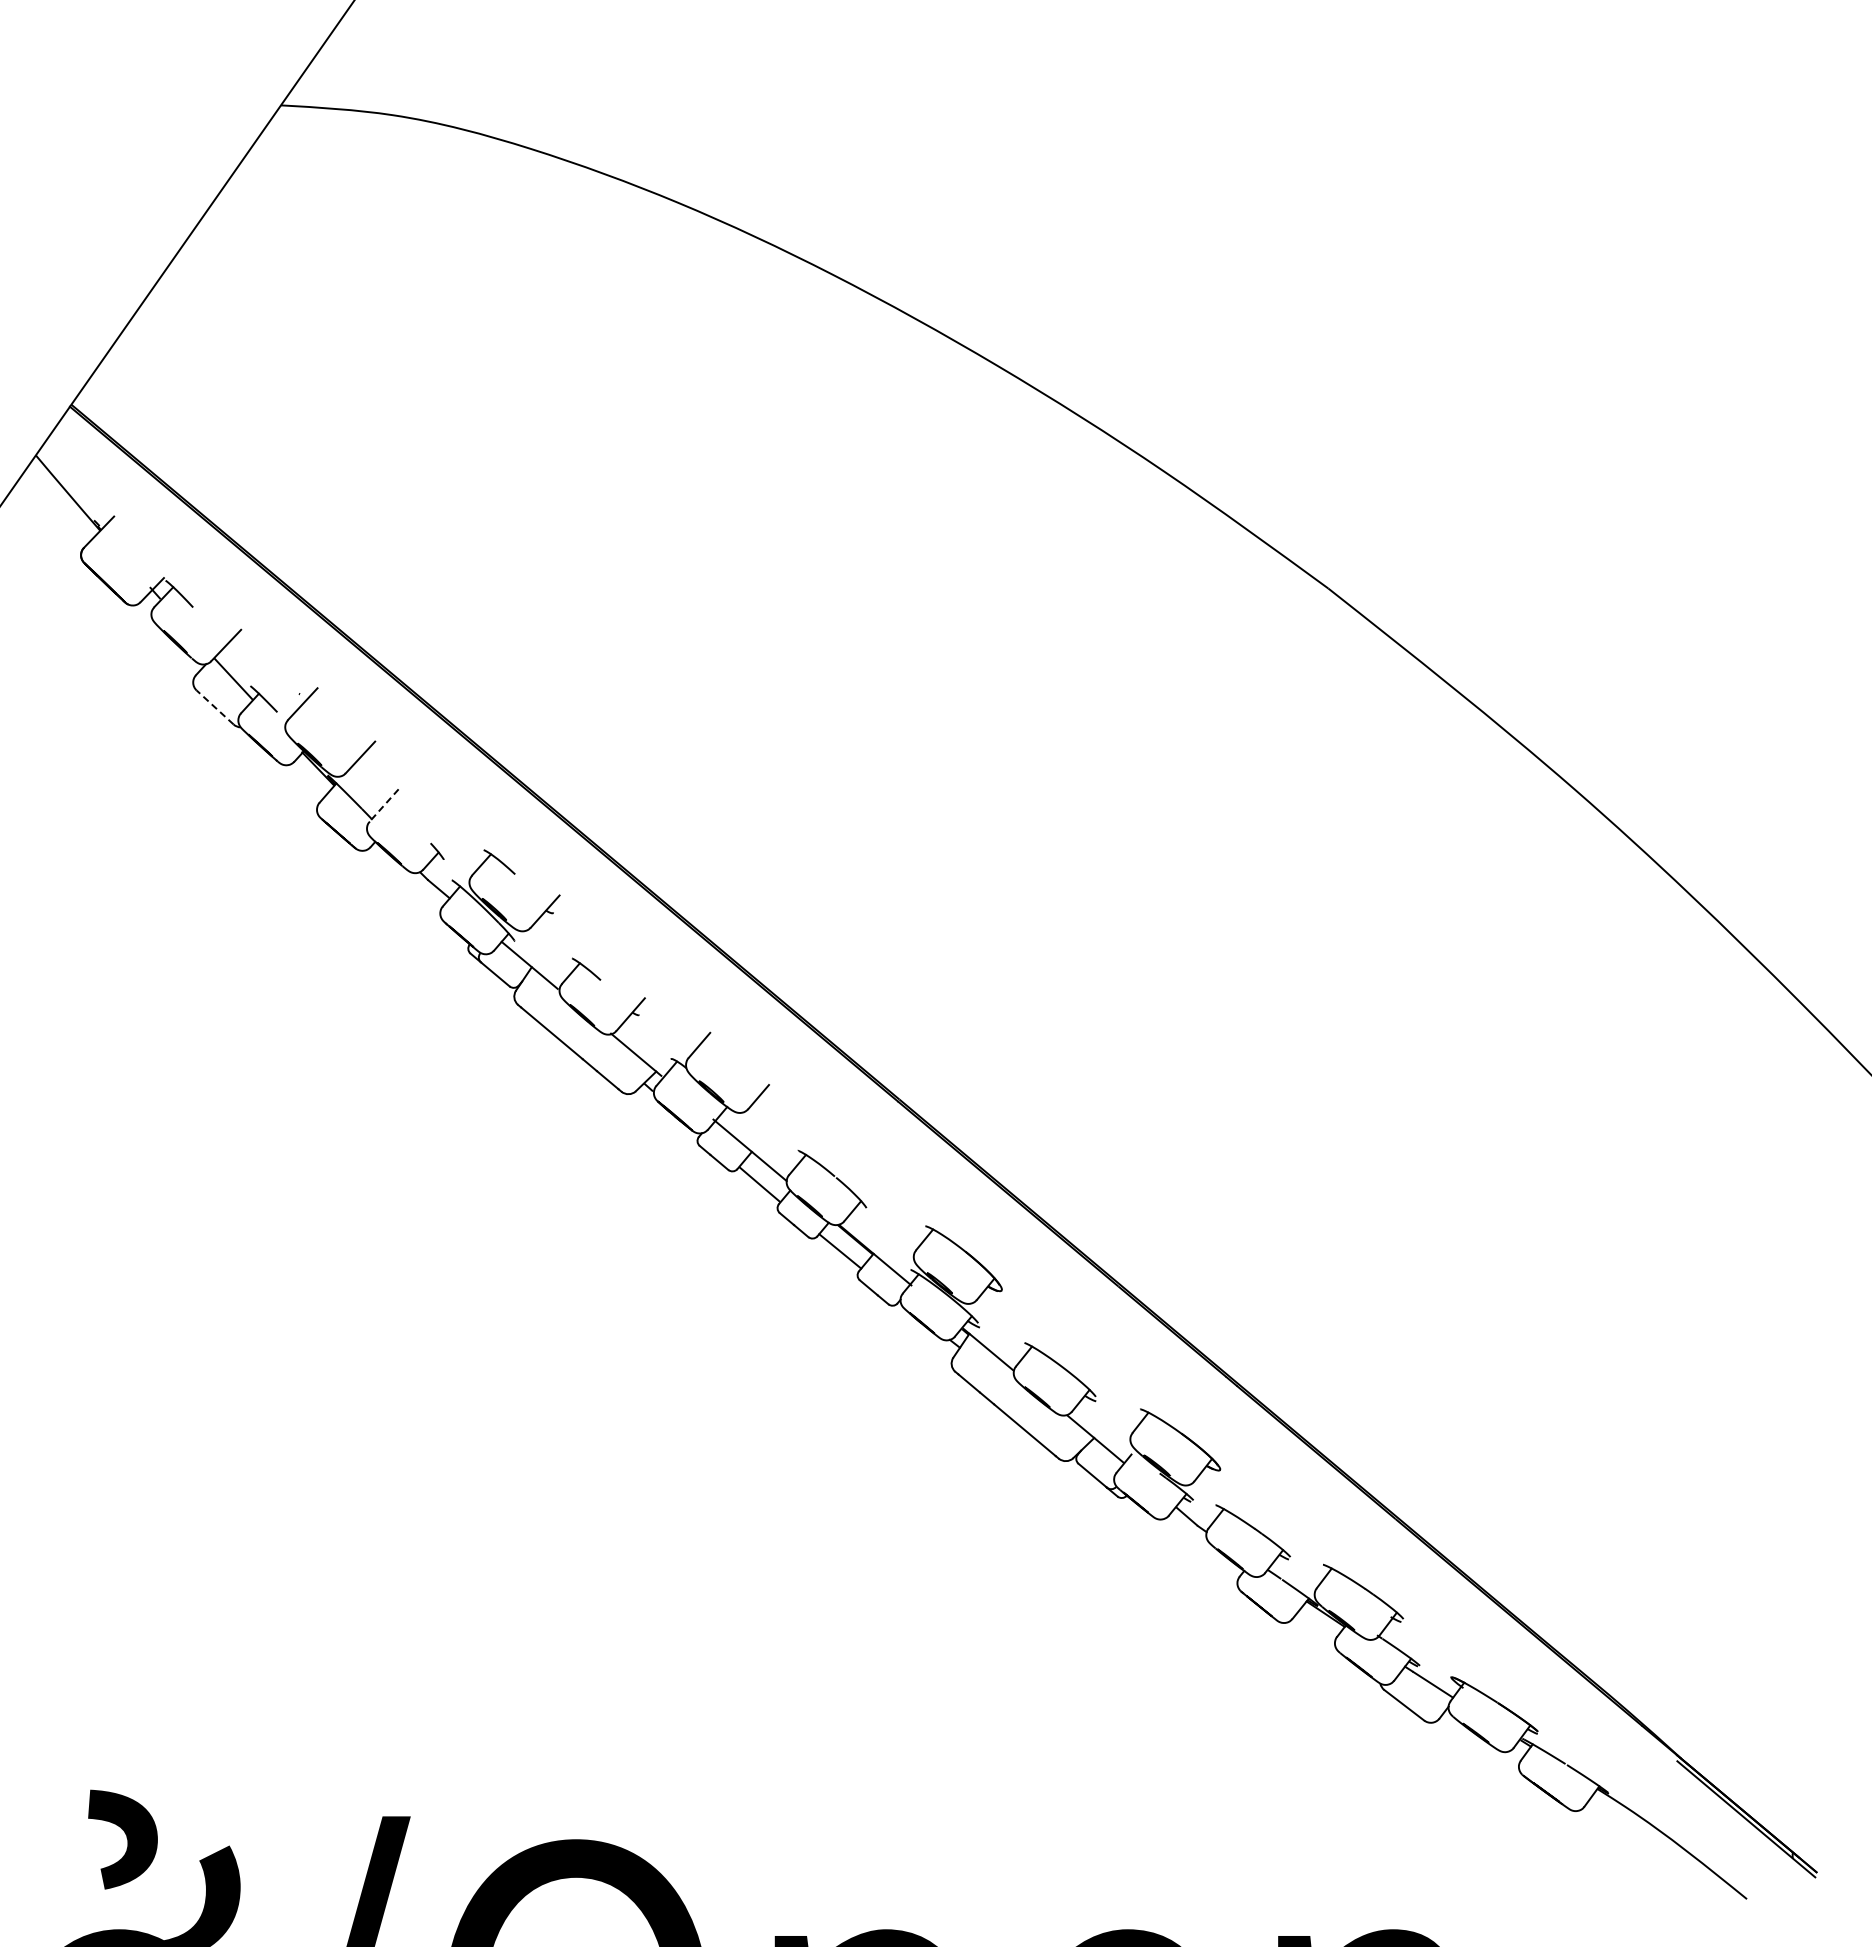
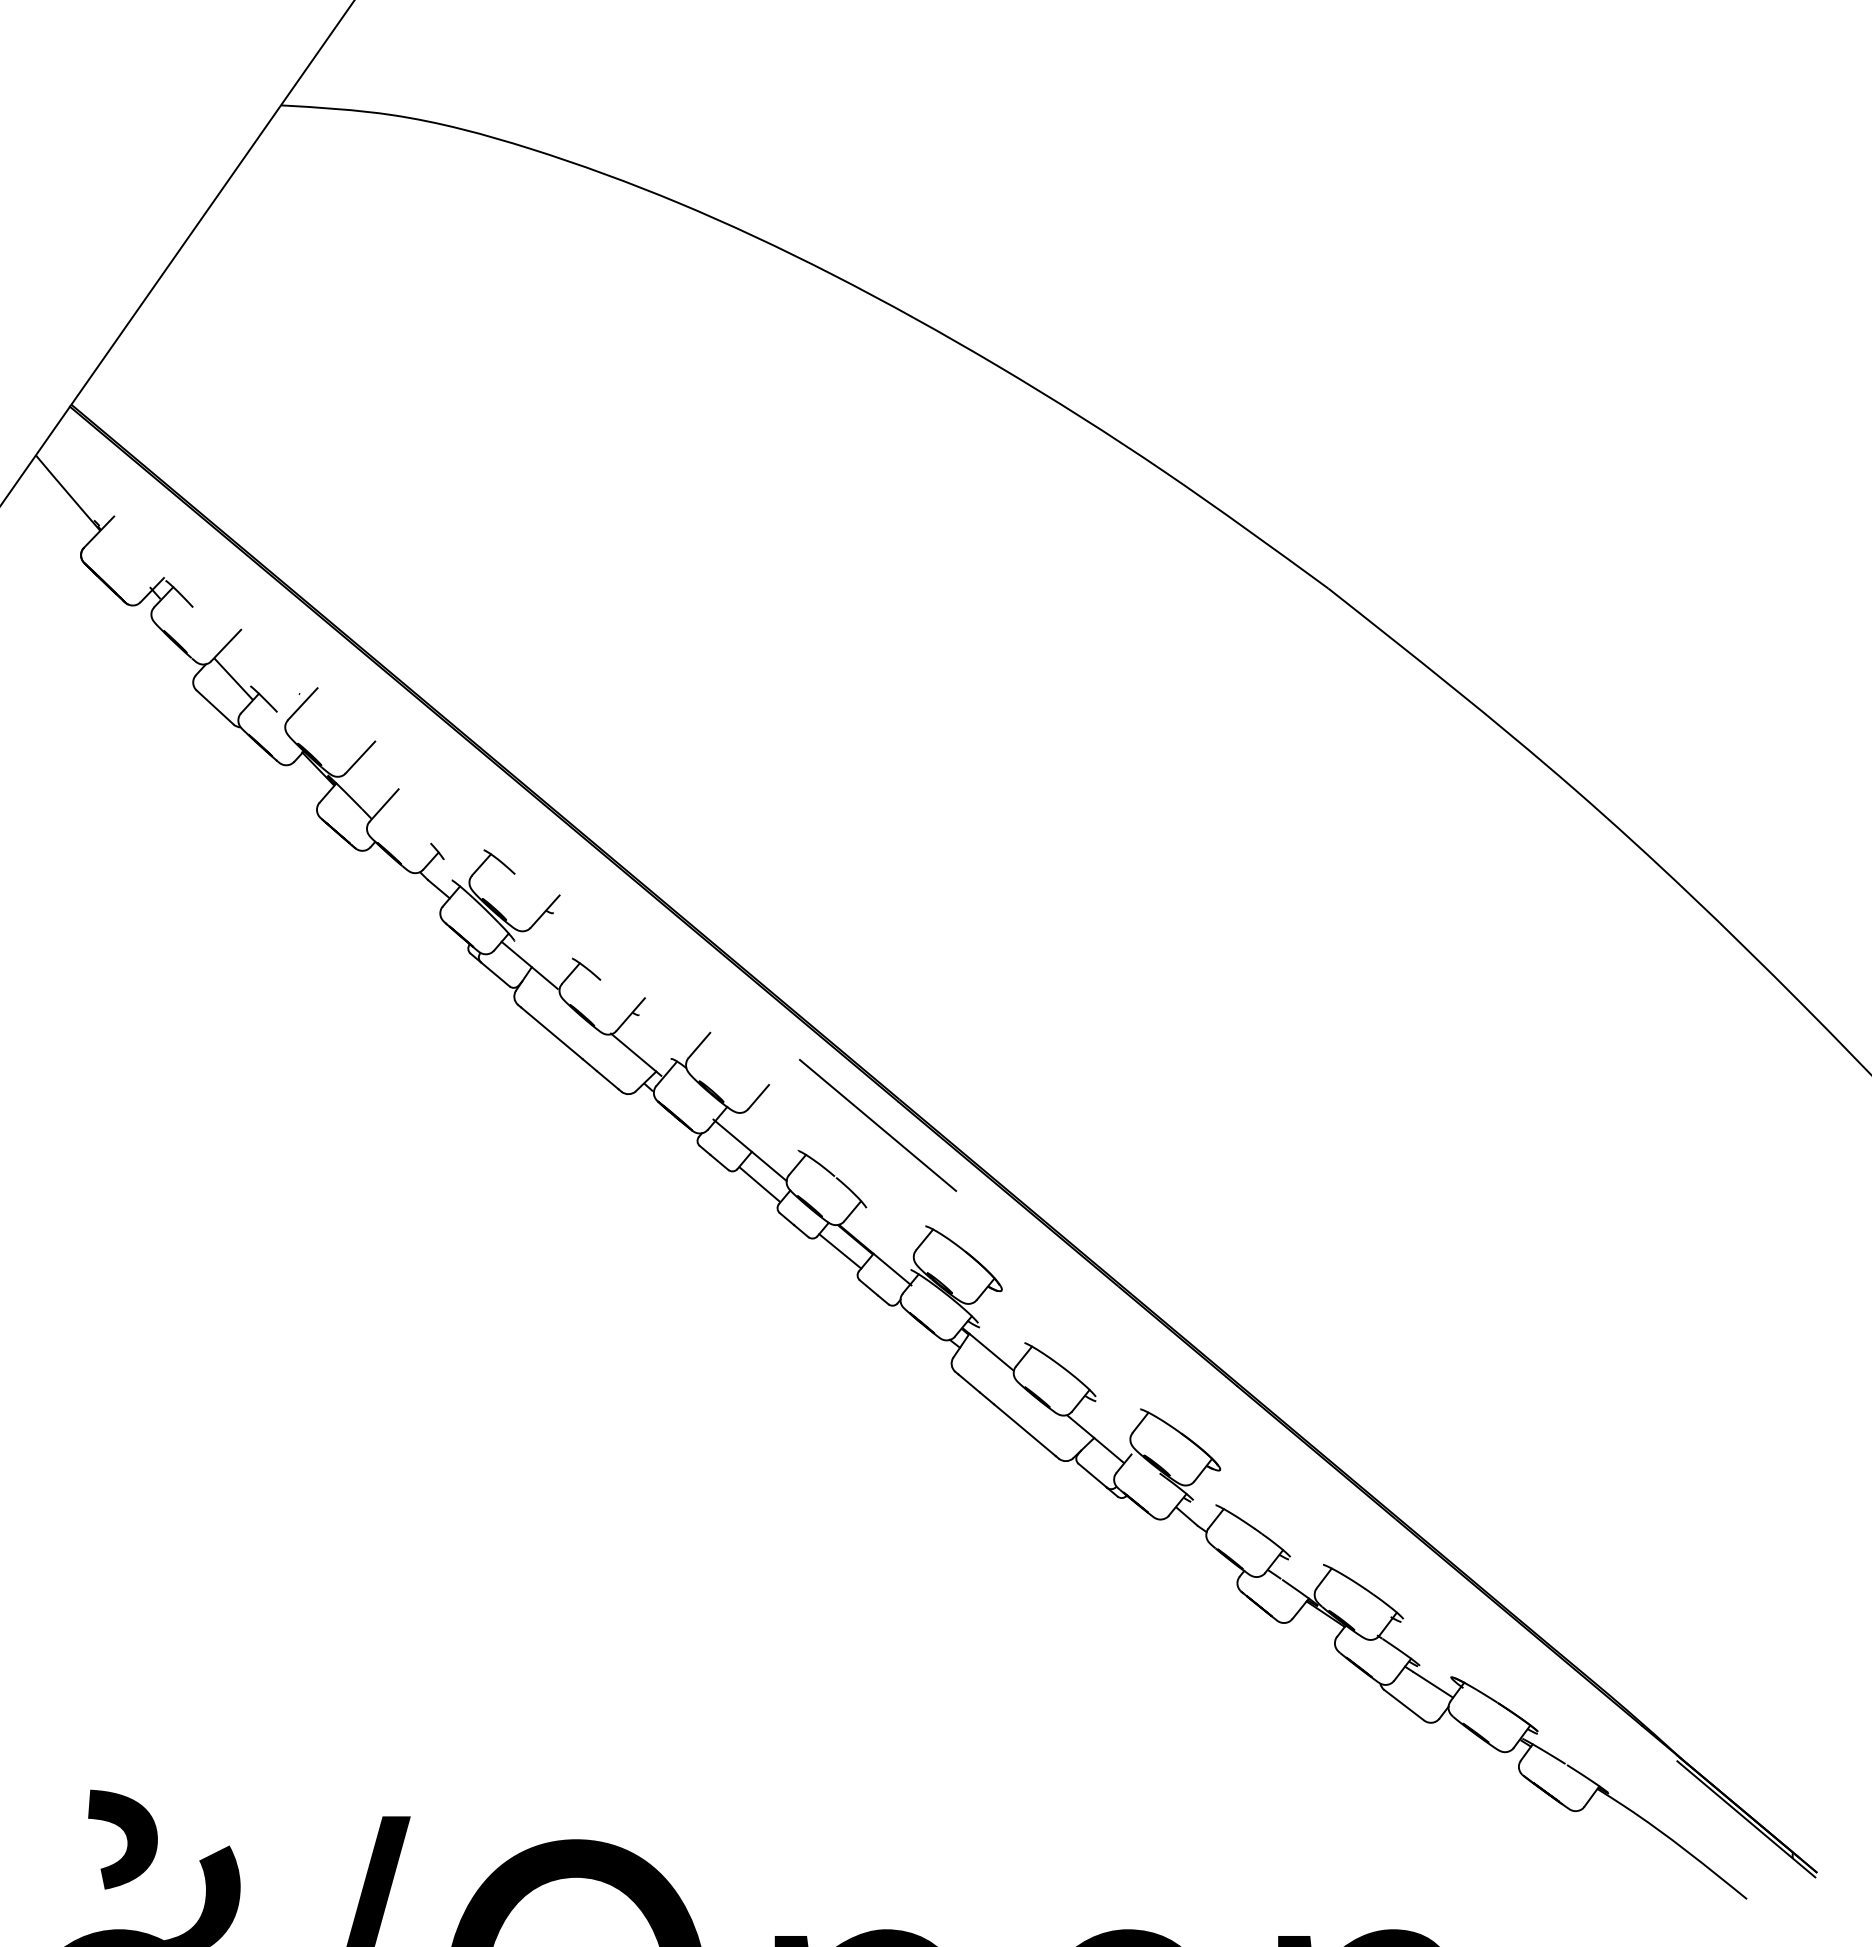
line at (214, 707): dashed -> solid
line at (384, 805): dashed -> solid
line at (878, 1124): none -> present
